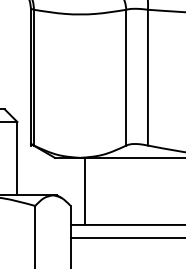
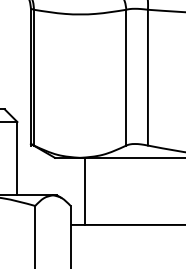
line at (126, 237): present -> none
